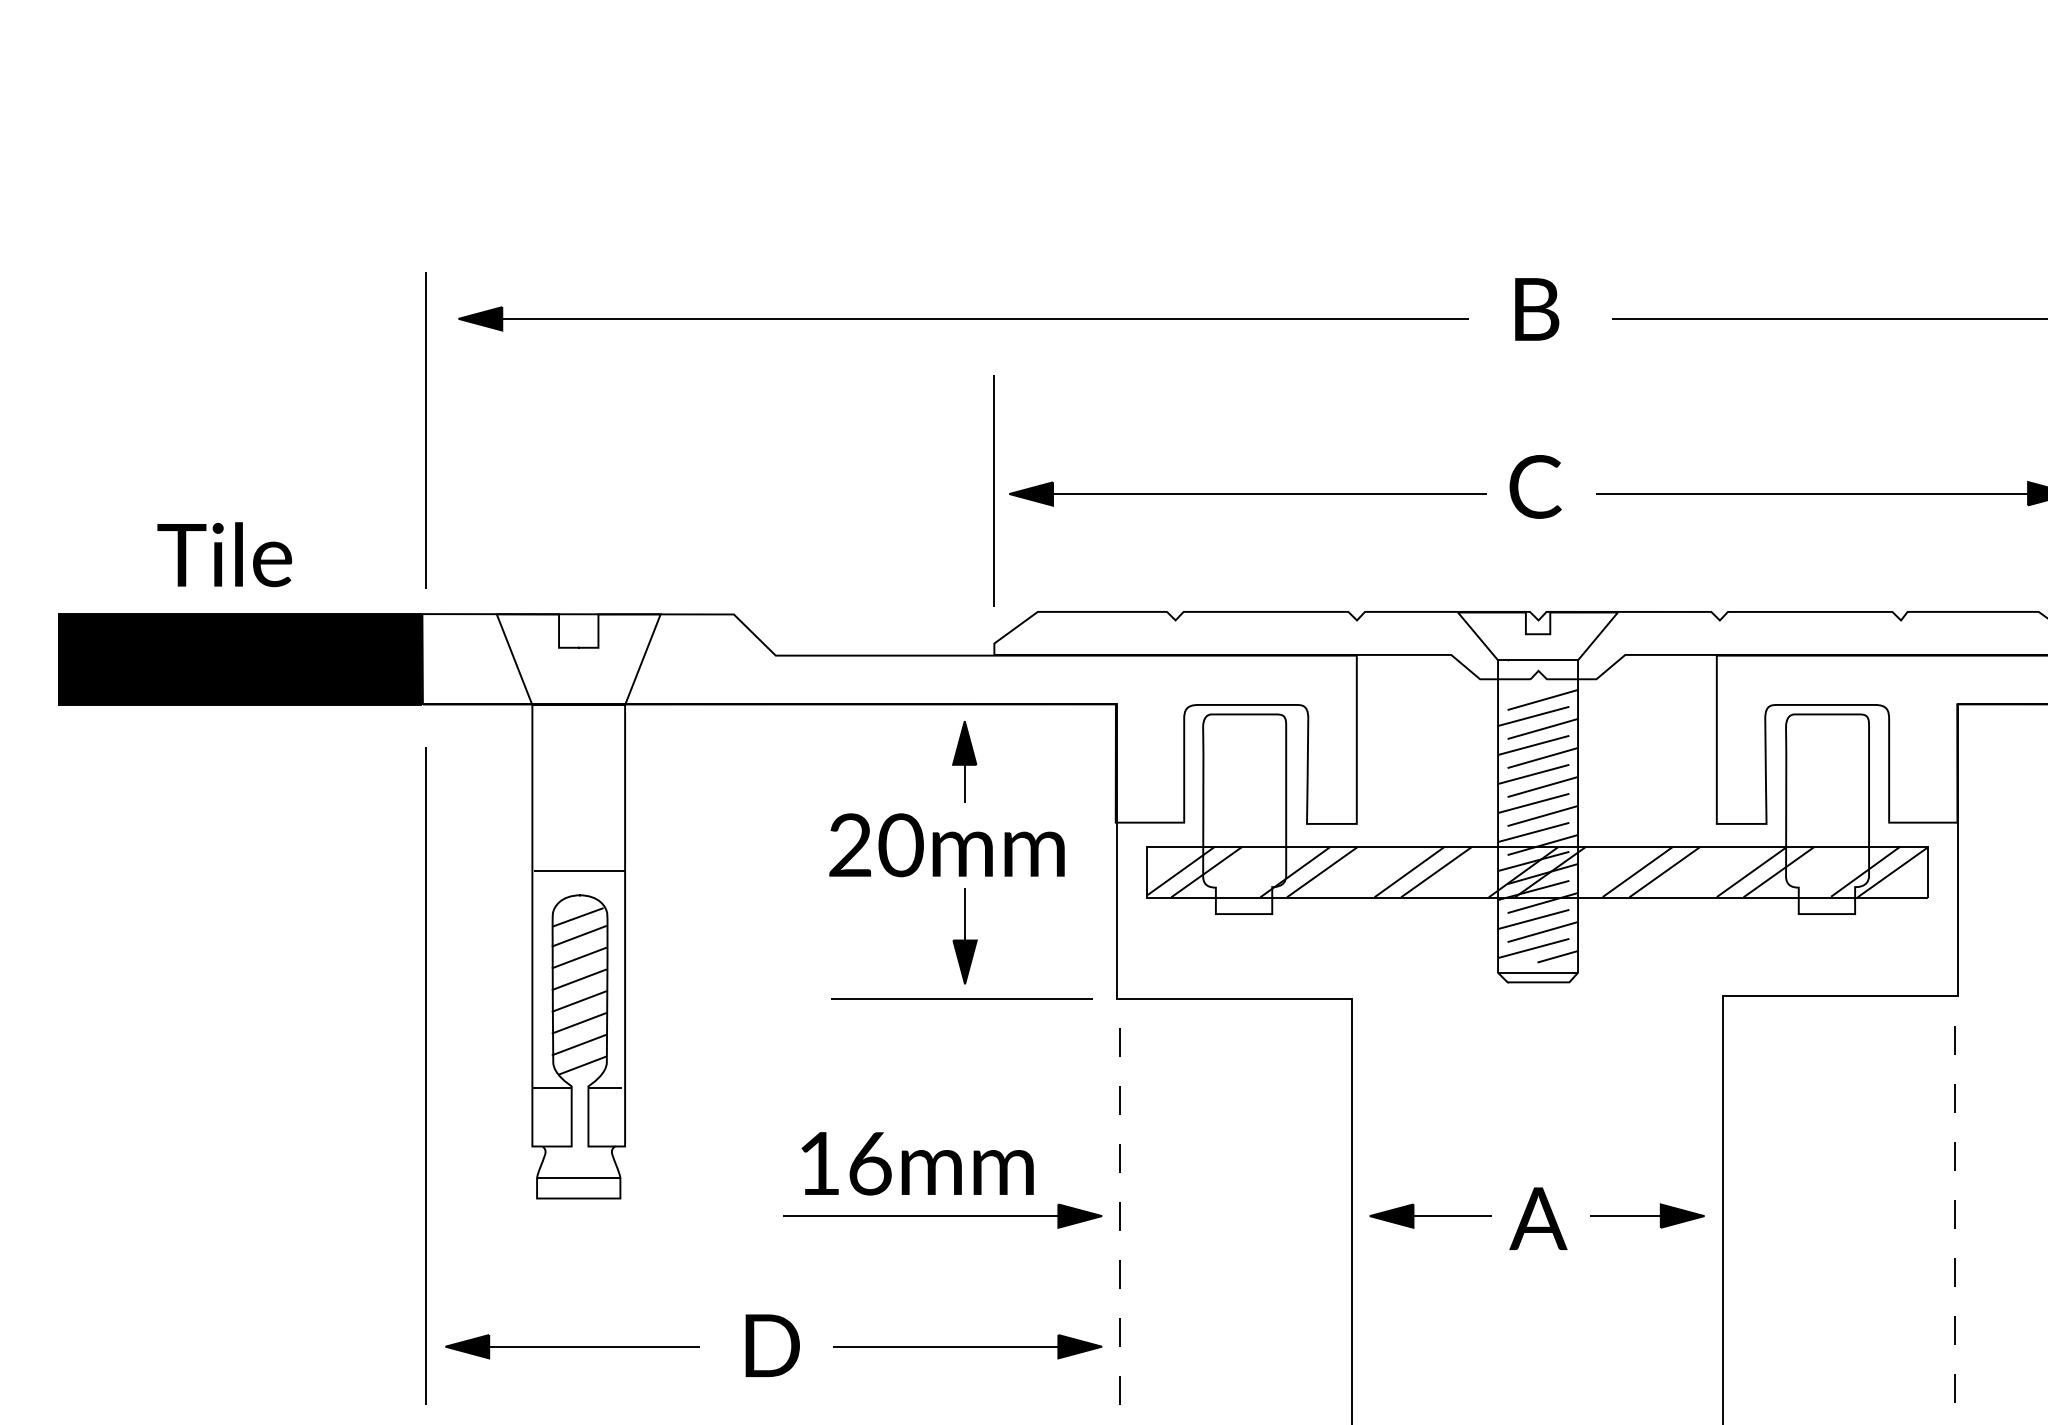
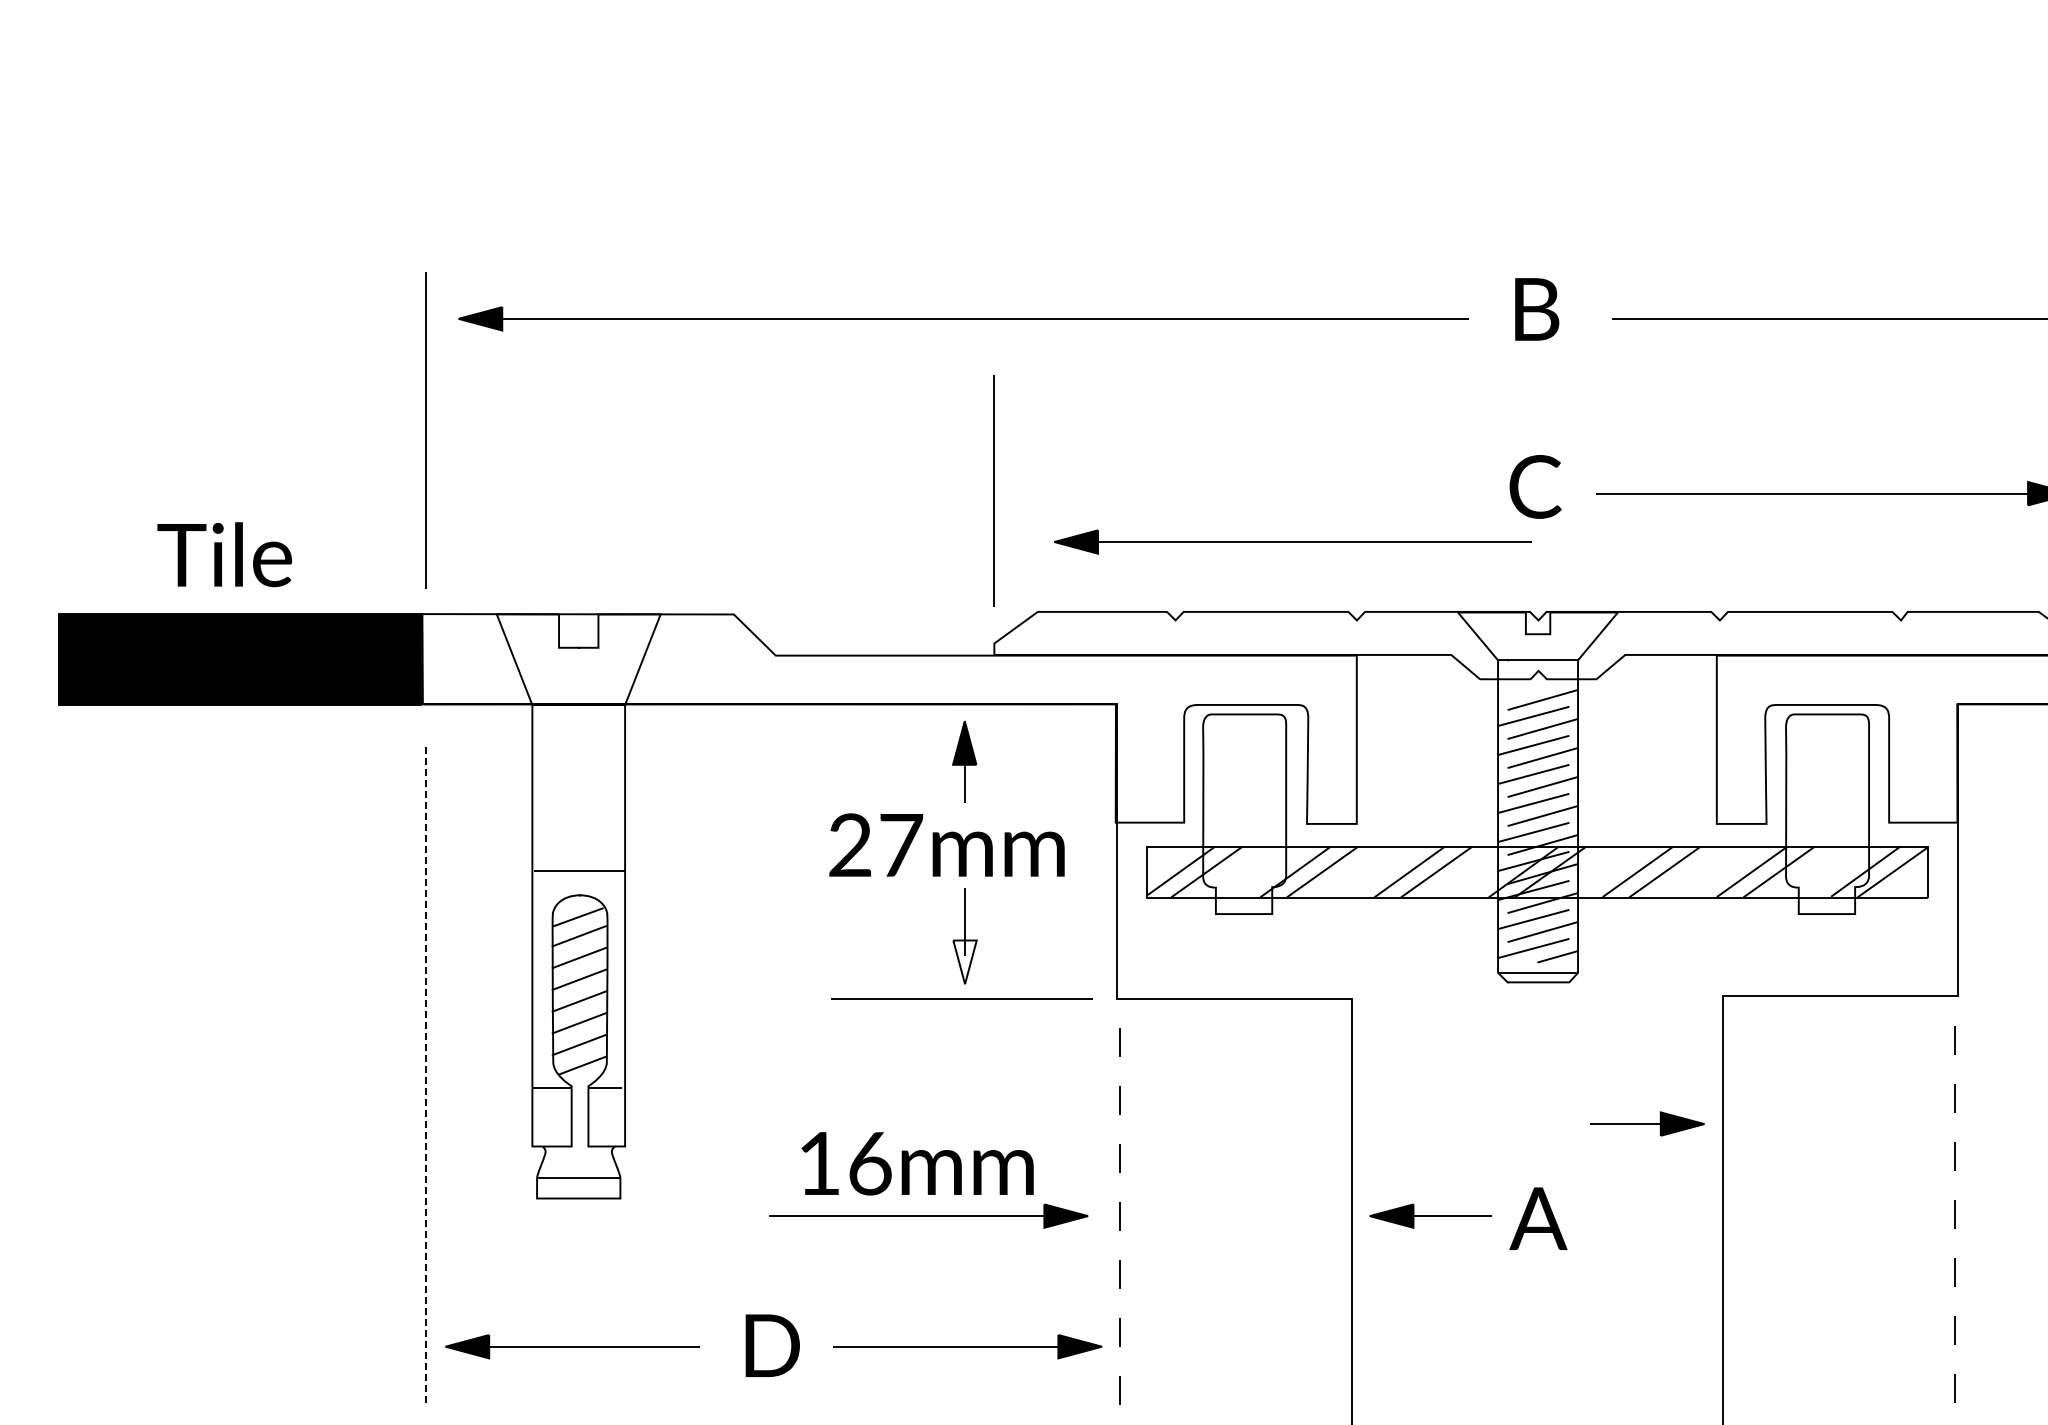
part at (1247, 493) position: (1247, 493) -> (1292, 541)
text at (900, 845): 20mm -> 27mm
fill at (964, 962): present -> none
line at (425, 1076): solid -> dashed
part at (942, 1215) position: (942, 1215) -> (928, 1215)
part at (1647, 1215) position: (1647, 1215) -> (1647, 1123)
